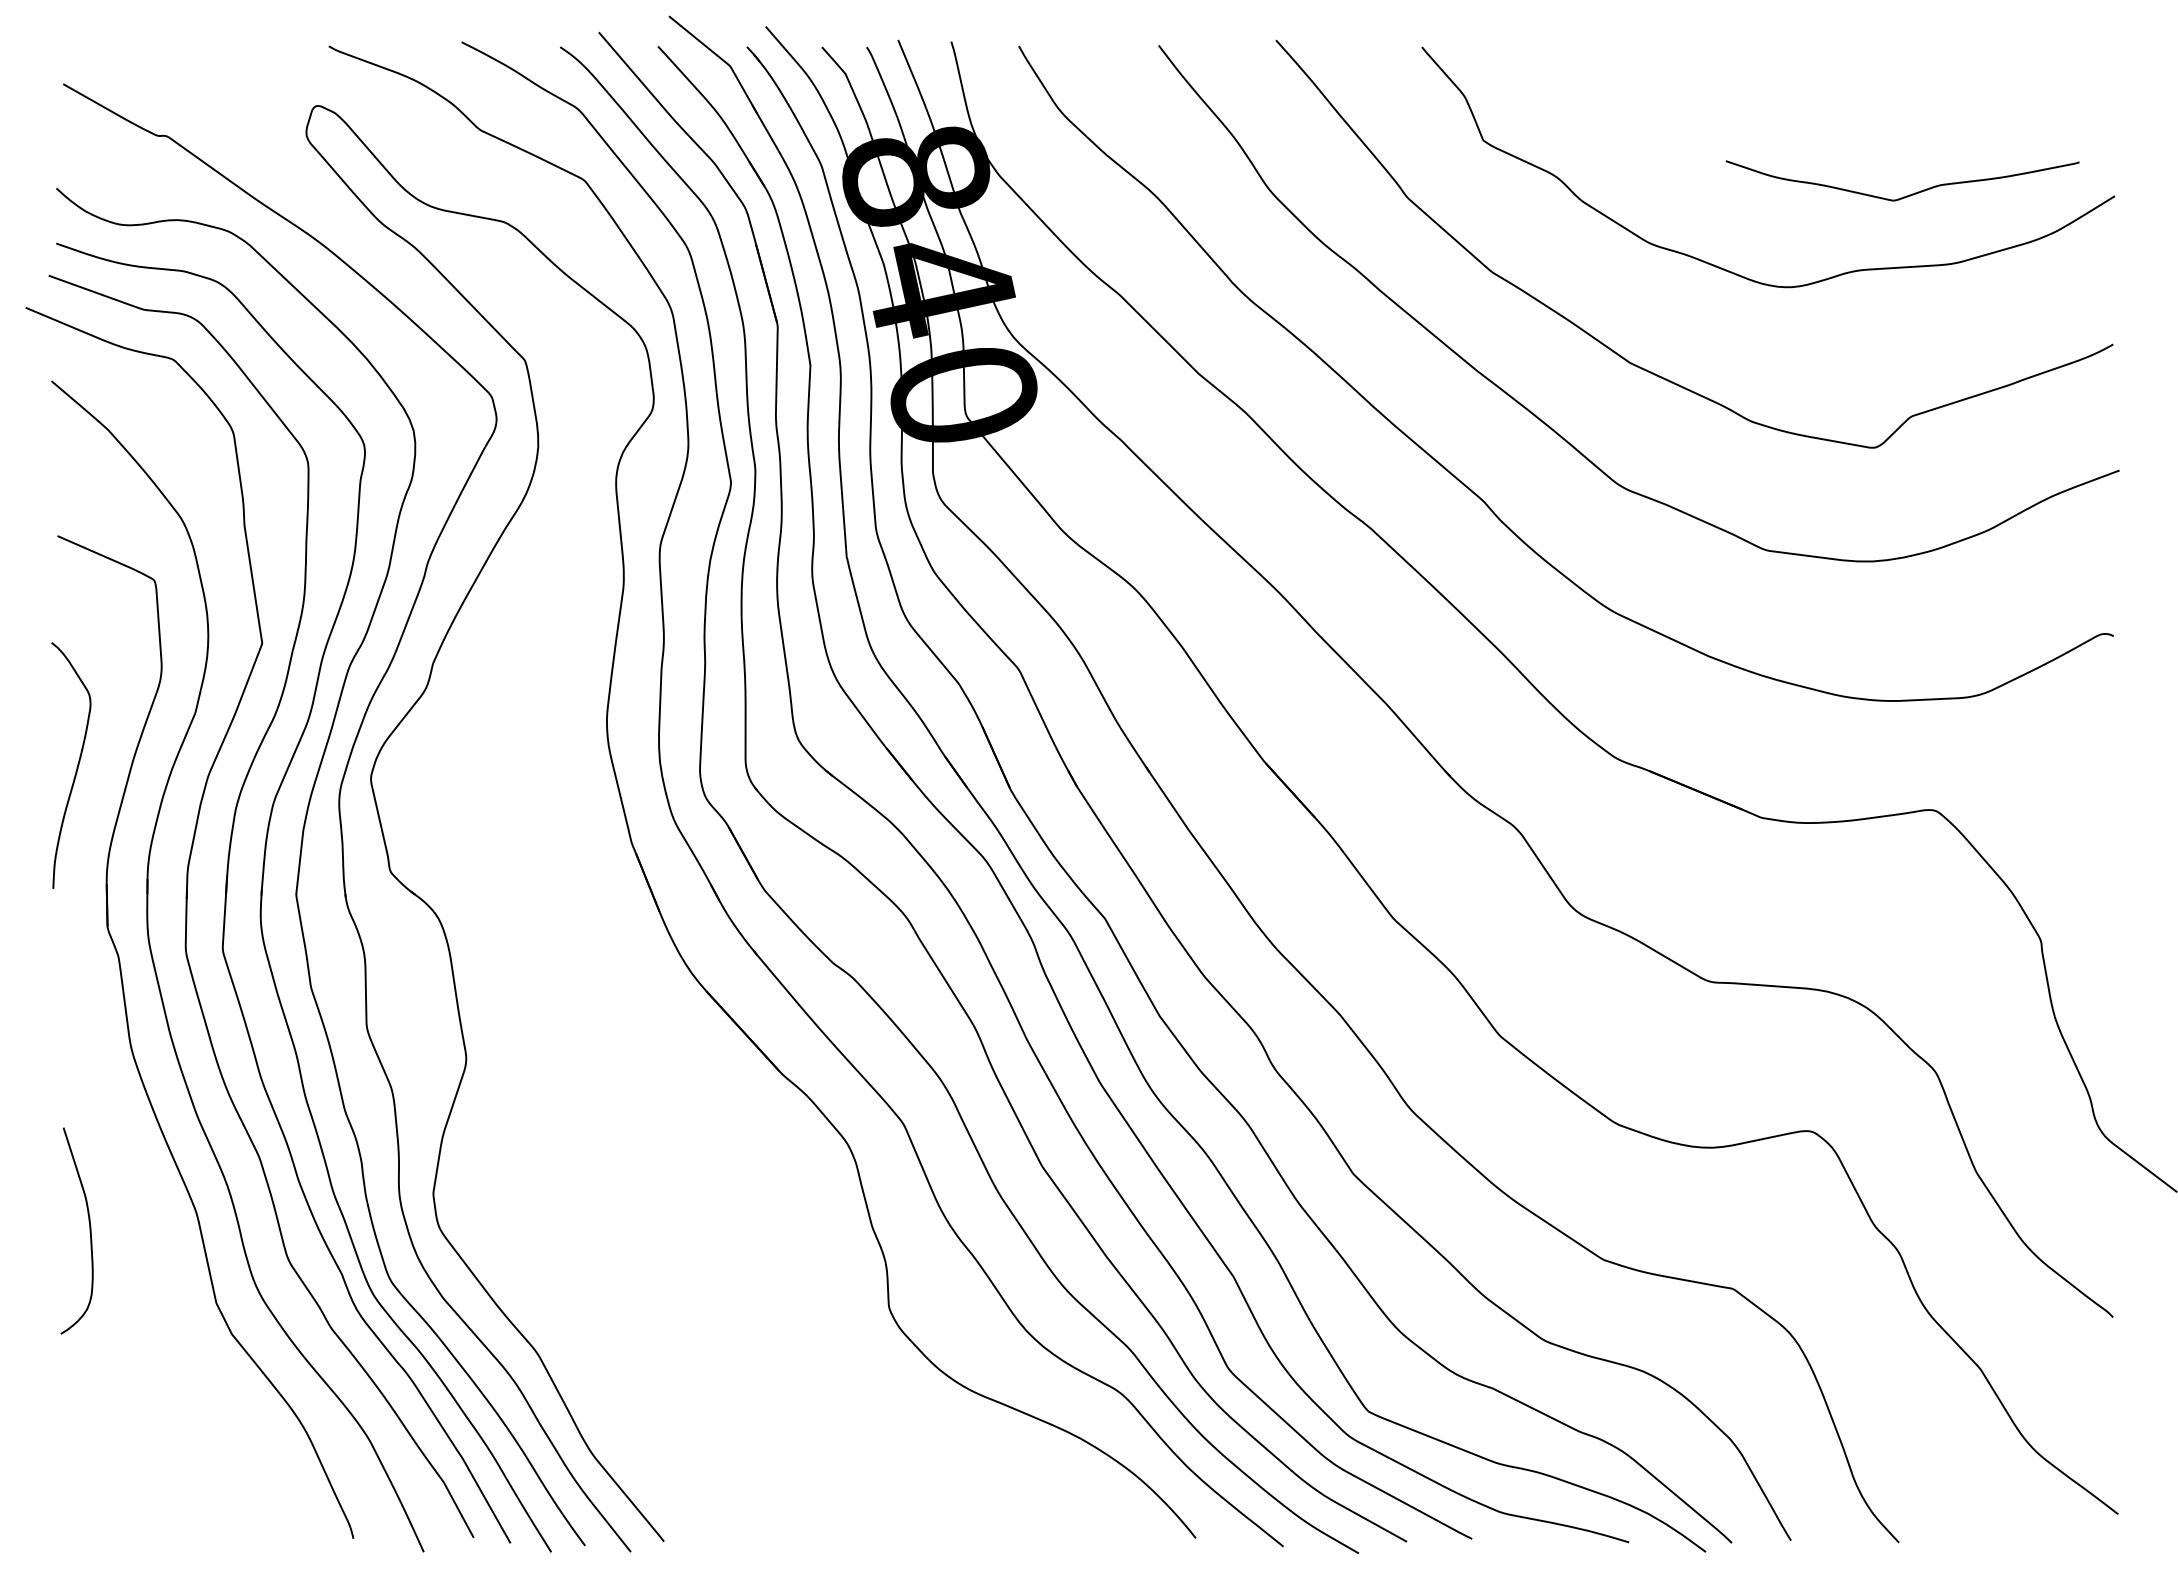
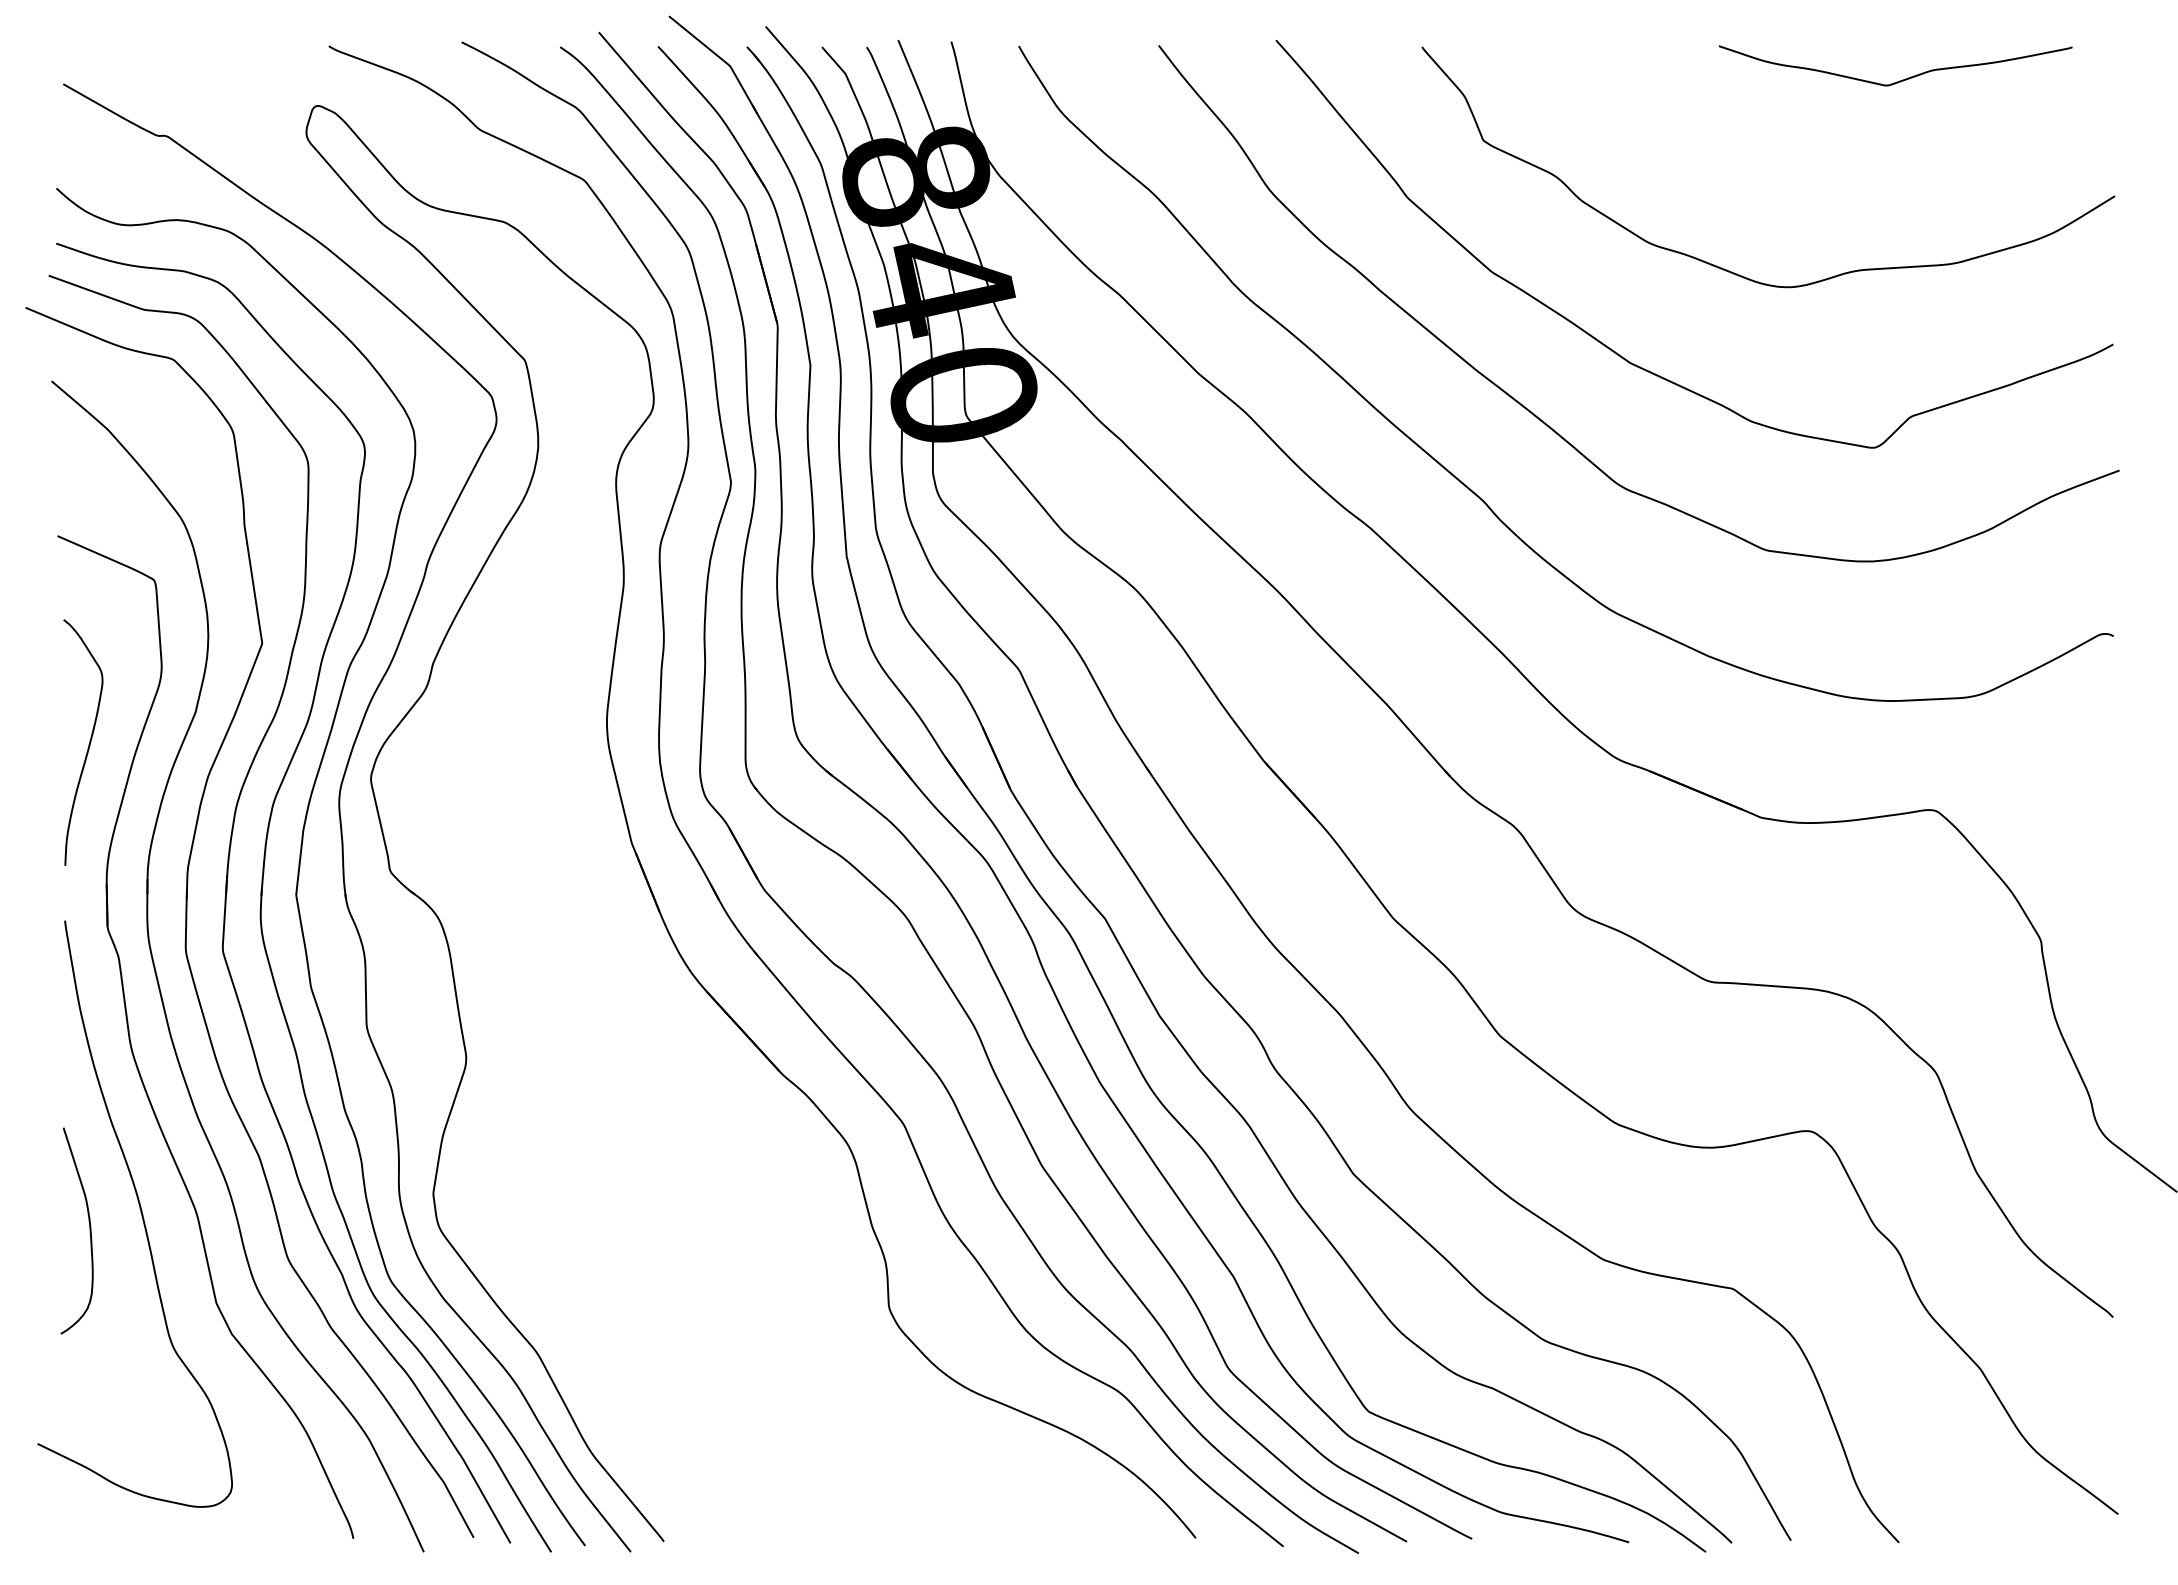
curve at (1906, 195) position: (1906, 195) -> (1899, 80)
curve at (76, 767) position: (76, 767) -> (88, 744)
curve at (140, 1212): none -> present
